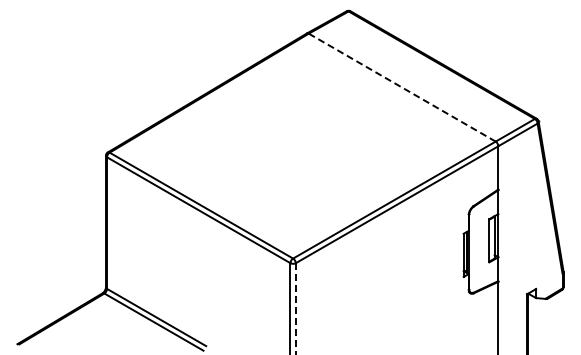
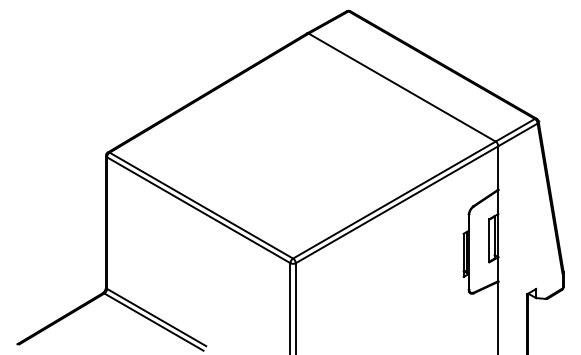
line at (402, 87): dashed -> solid
line at (295, 309): dashed -> solid
